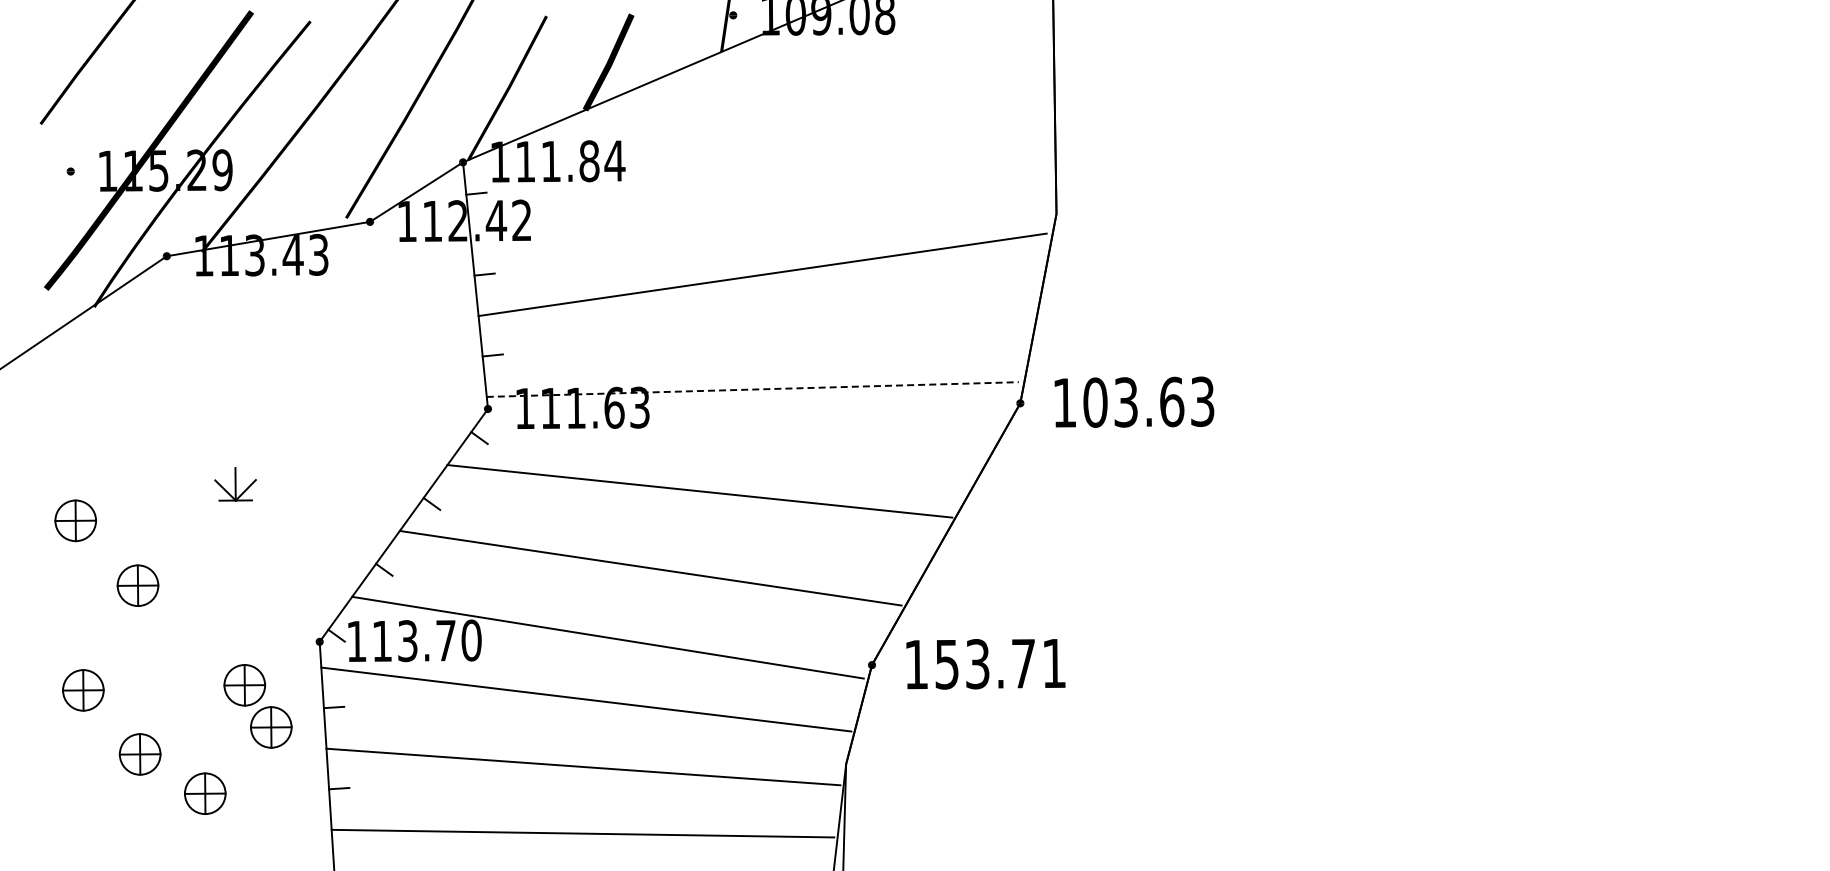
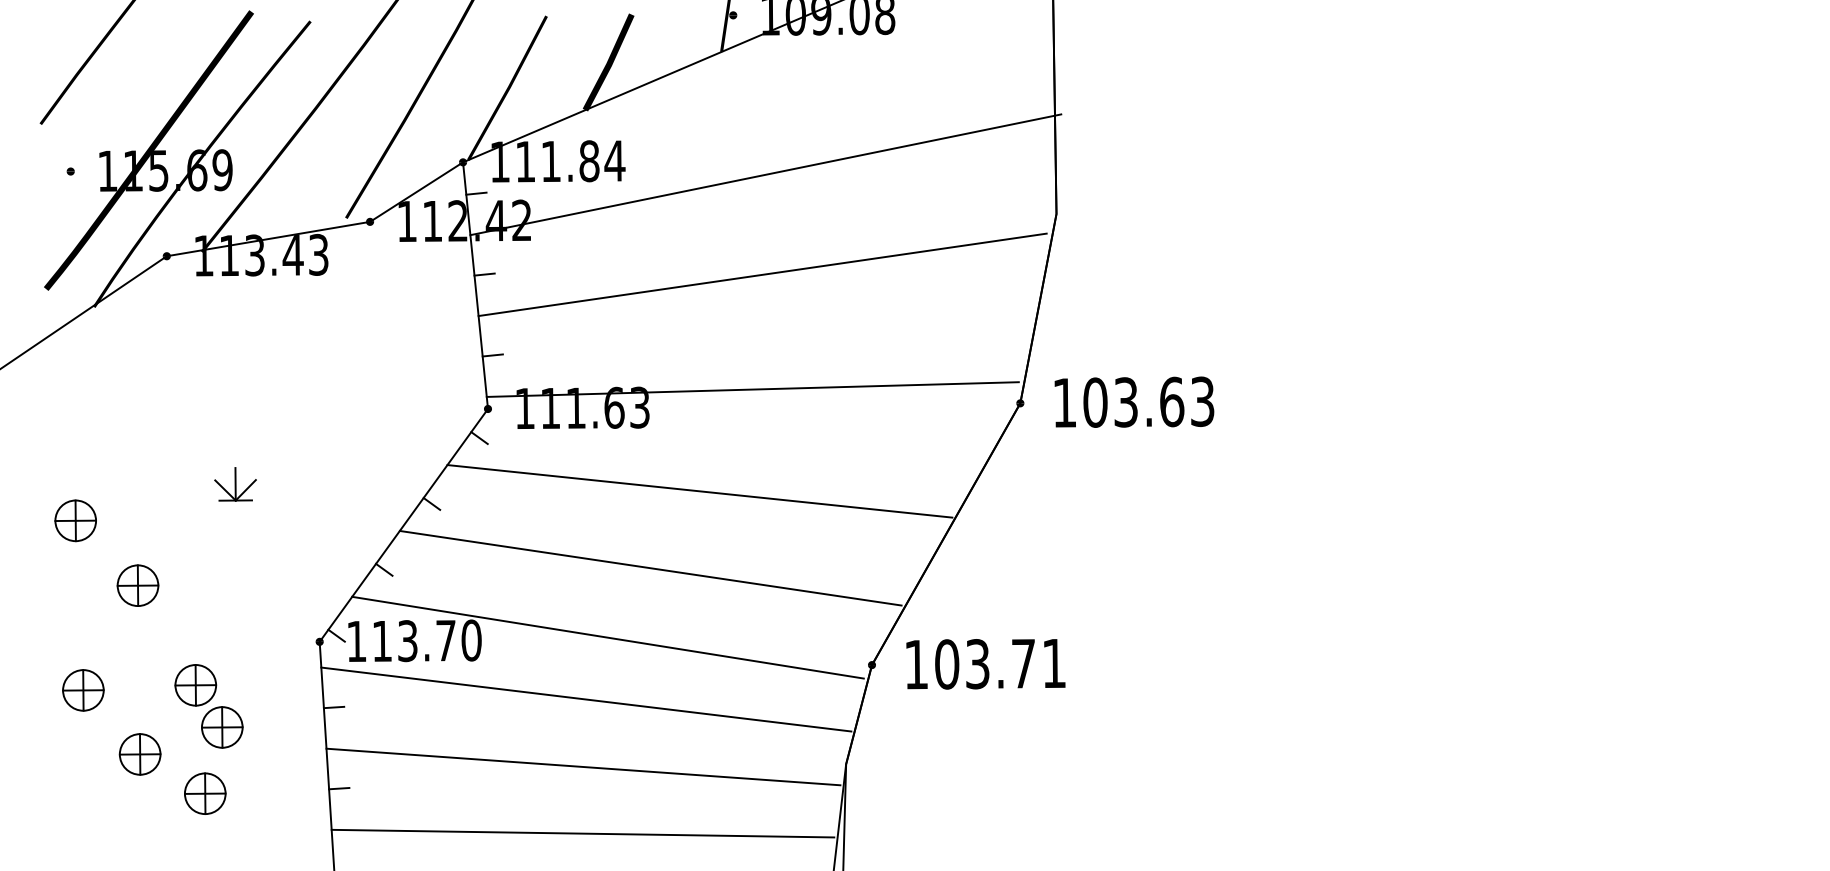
text at (197, 170): 115.29 -> 115.69
line at (765, 174): none -> present
line at (753, 389): dashed -> solid
text at (947, 664): 153.71 -> 103.71
part at (257, 706) position: (257, 706) -> (208, 706)
